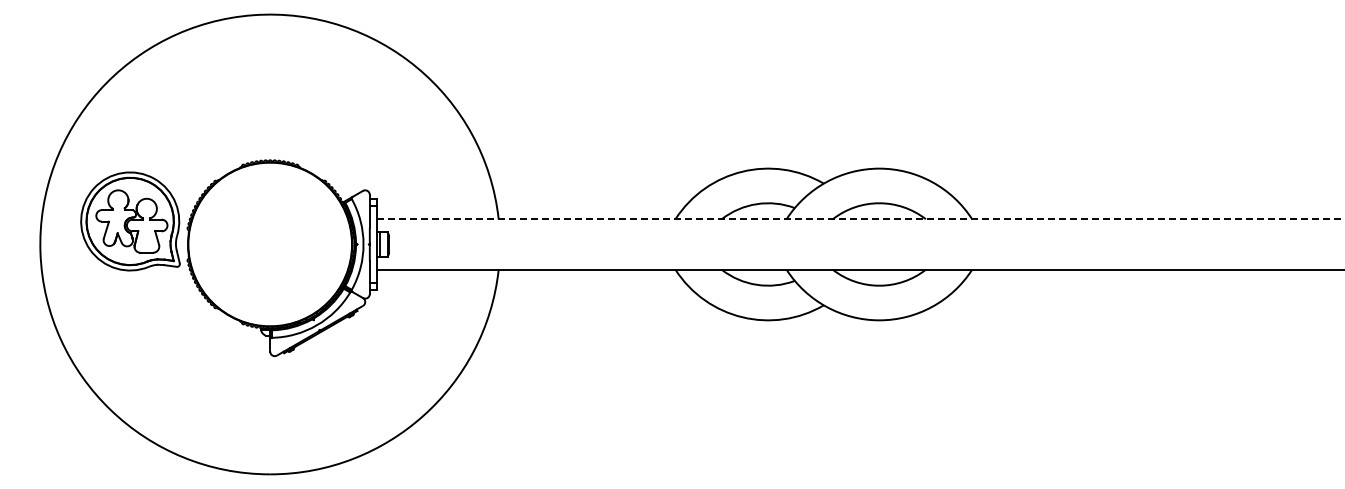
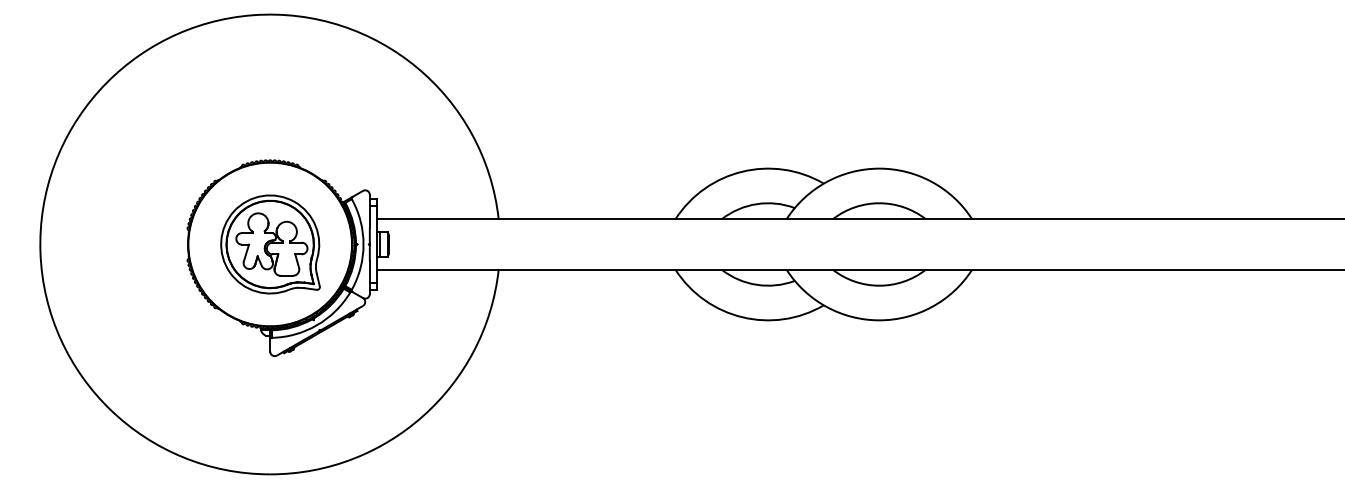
line at (860, 219): dashed -> solid
part at (130, 221) position: (130, 221) -> (270, 244)
